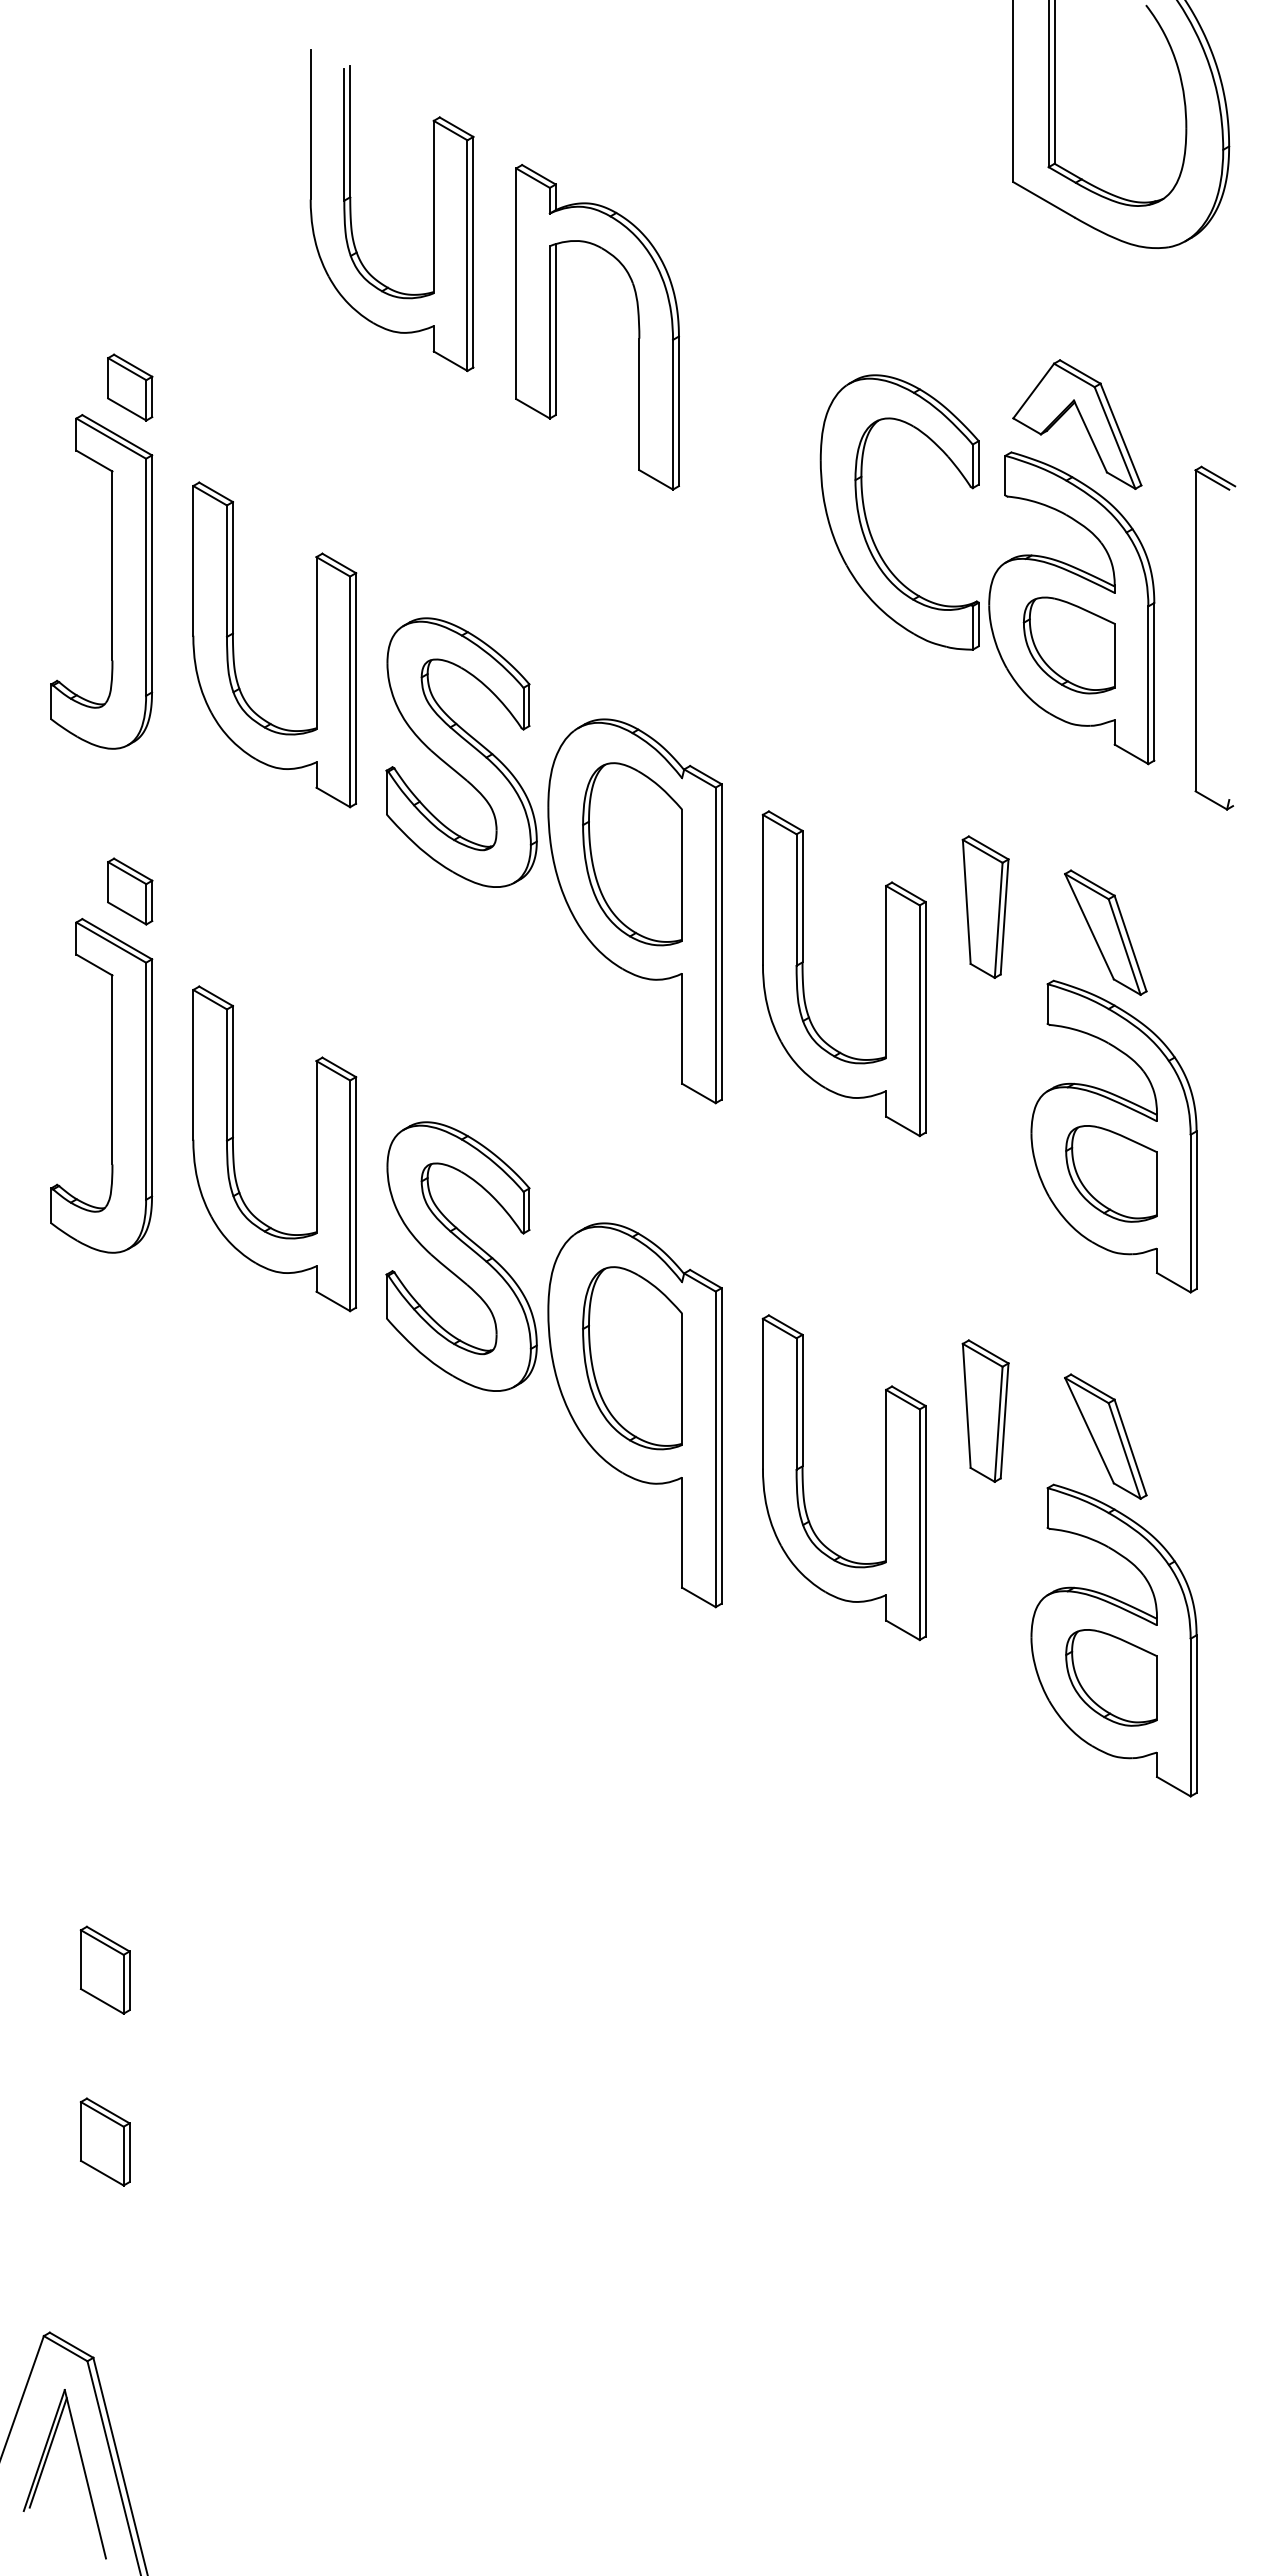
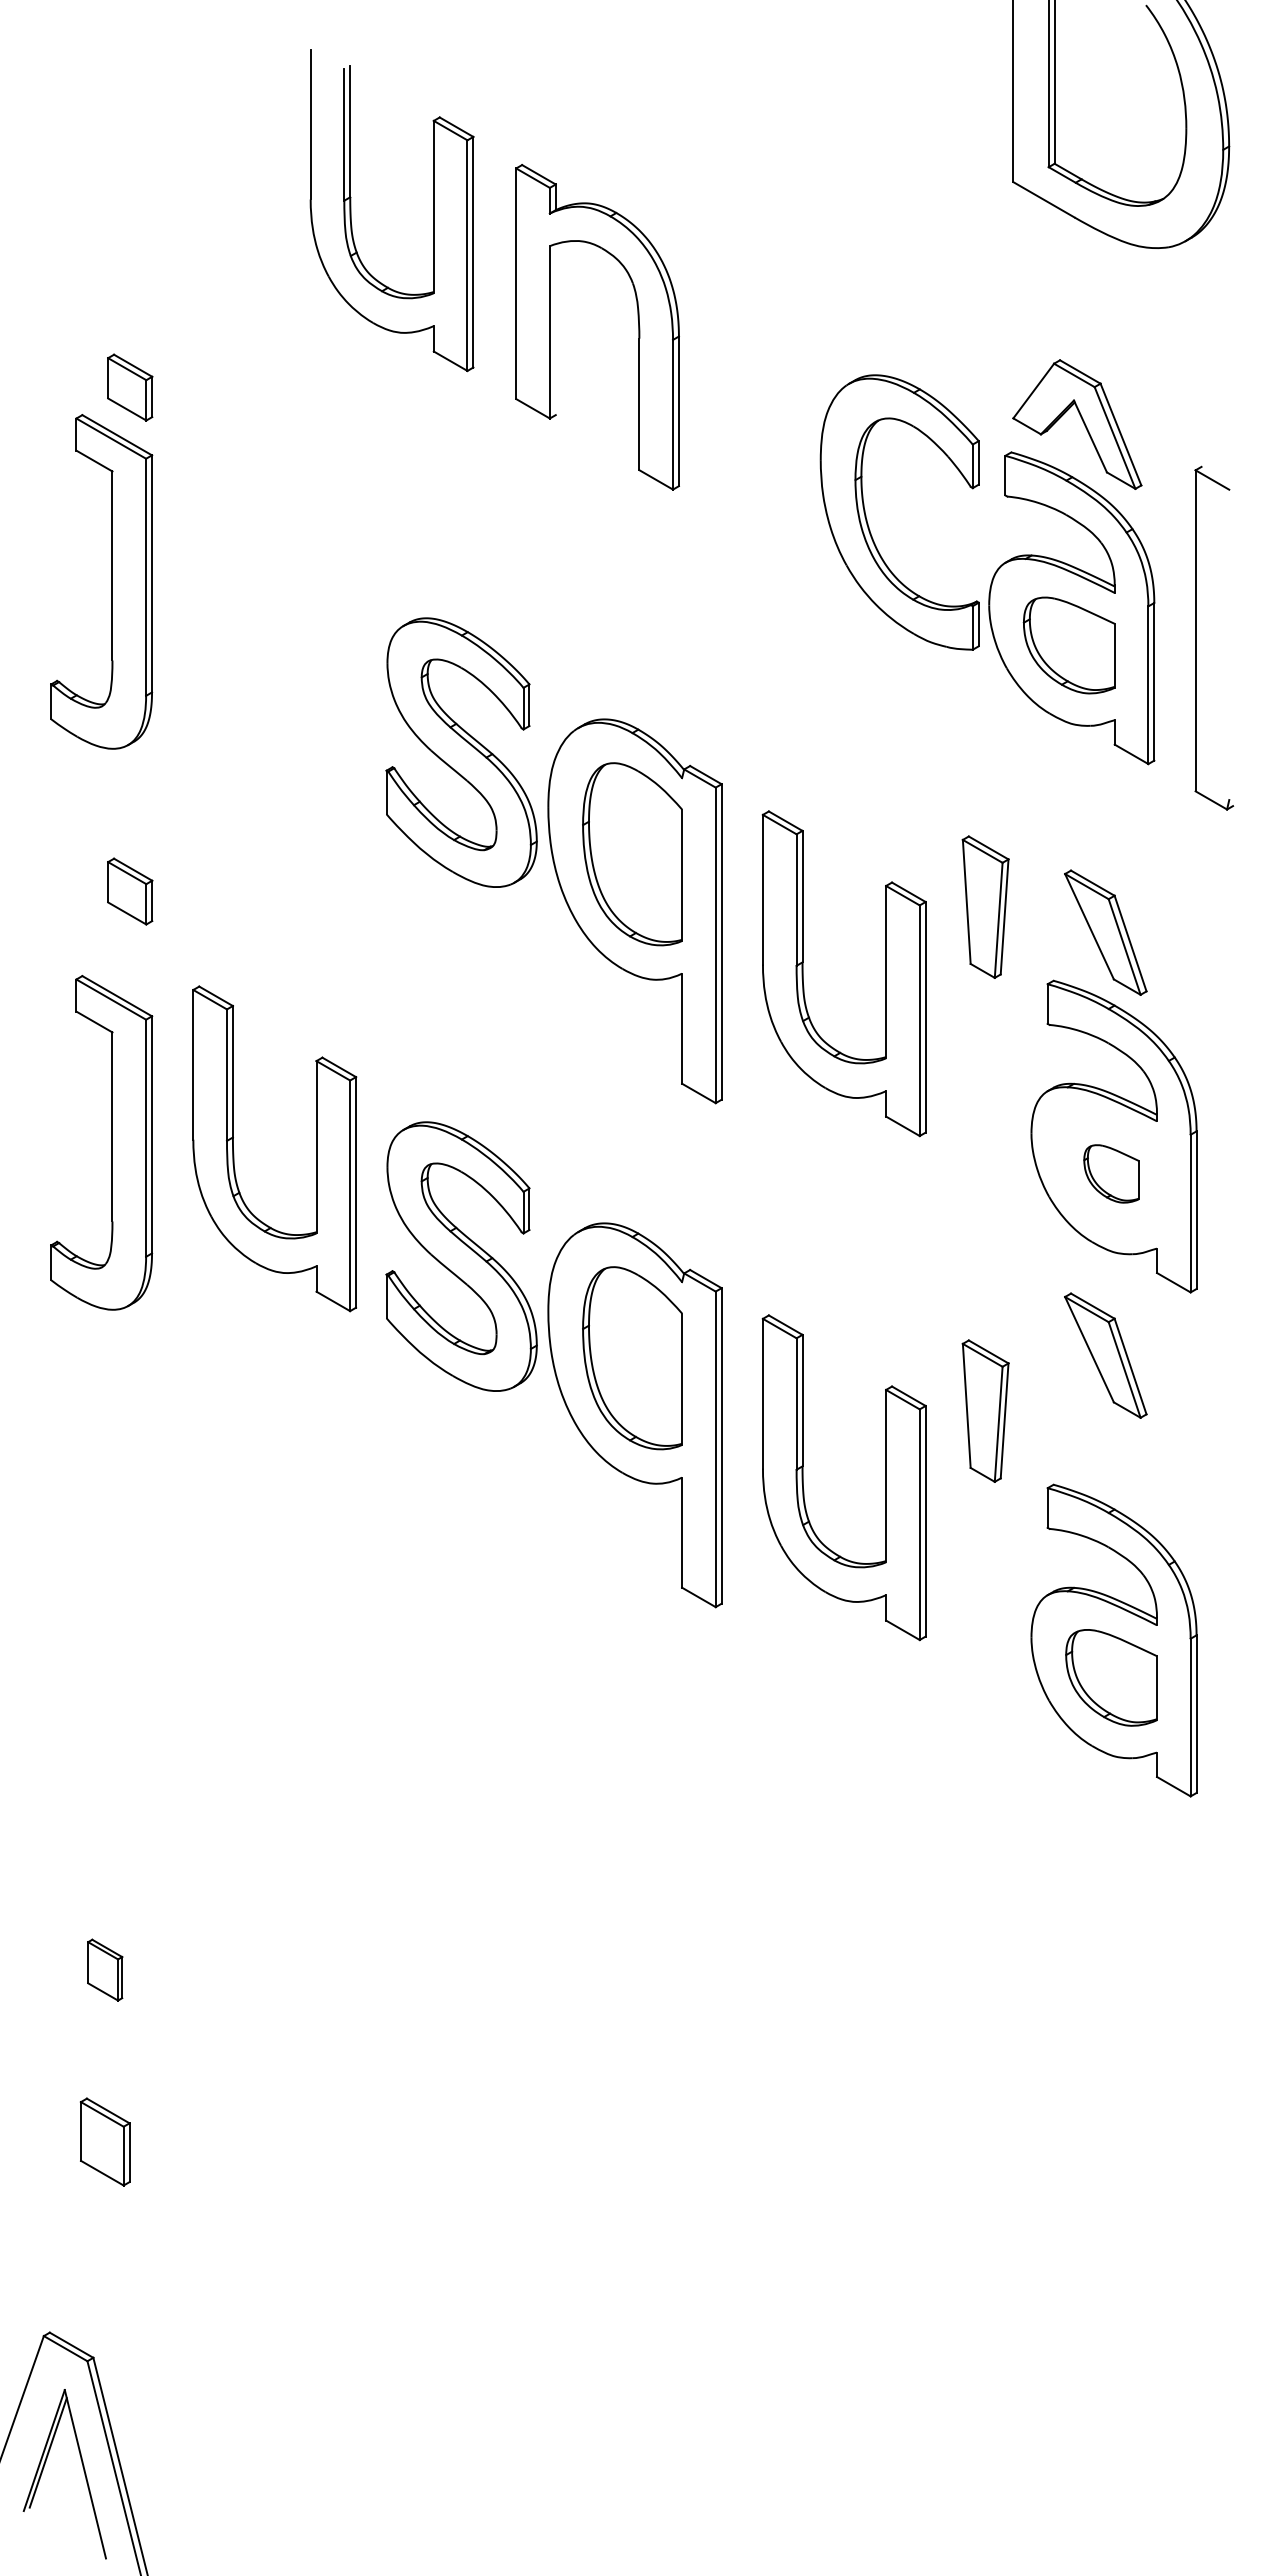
line at (555, 329): present -> none
line at (1218, 476): present -> none
part at (234, 649): present -> none
part at (111, 1085) position: (111, 1085) -> (111, 1142)
part at (1111, 1173) size: 93x98 px -> 57x60 px
part at (1105, 1436) position: (1105, 1436) -> (1105, 1355)
part at (104, 1969) size: 52x90 px -> 37x64 px
